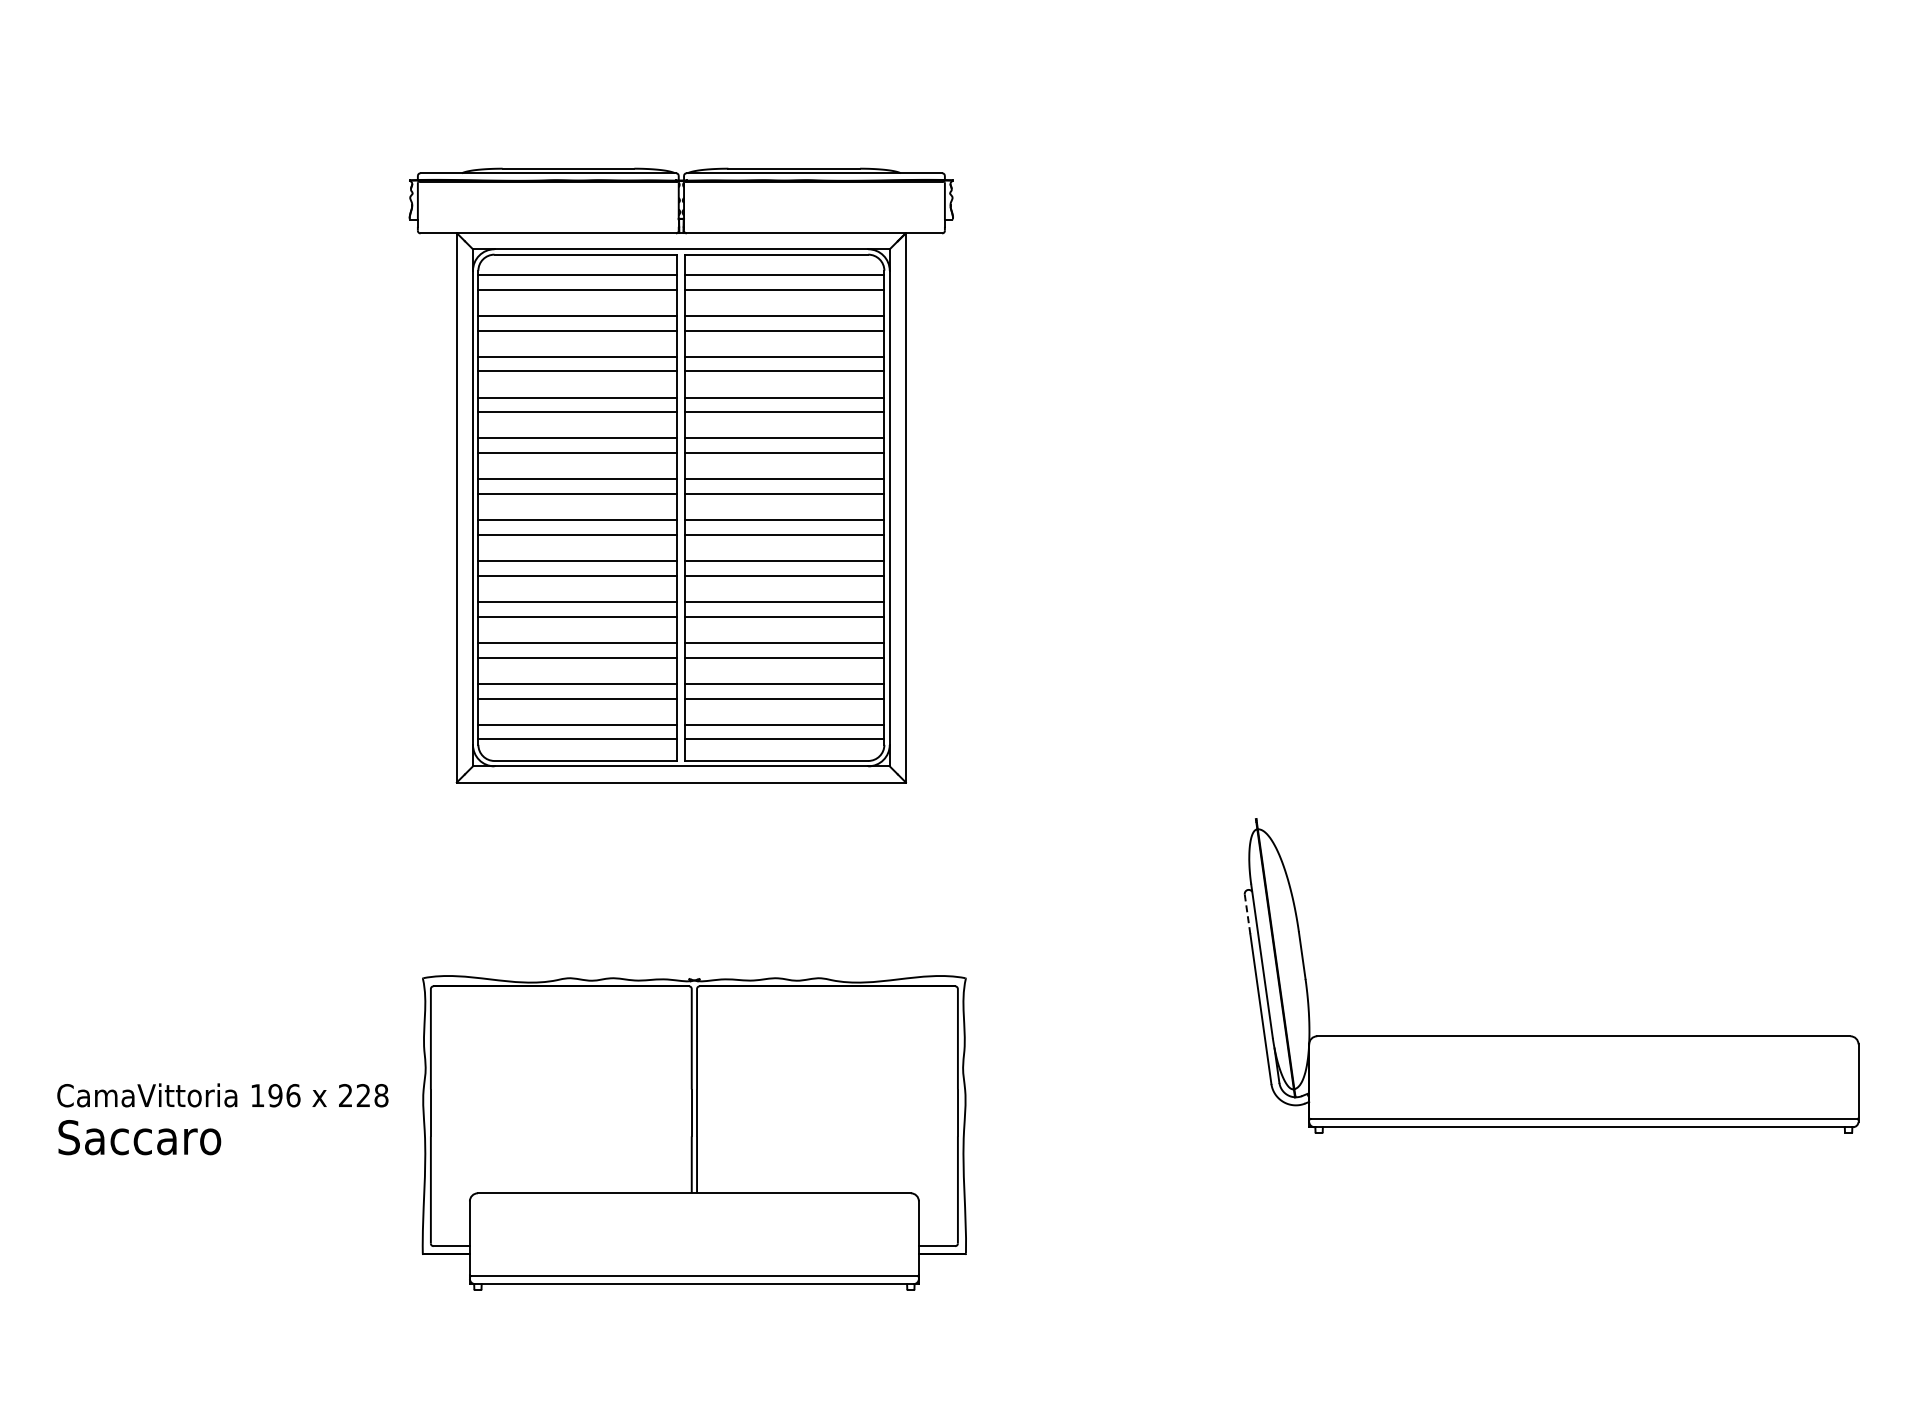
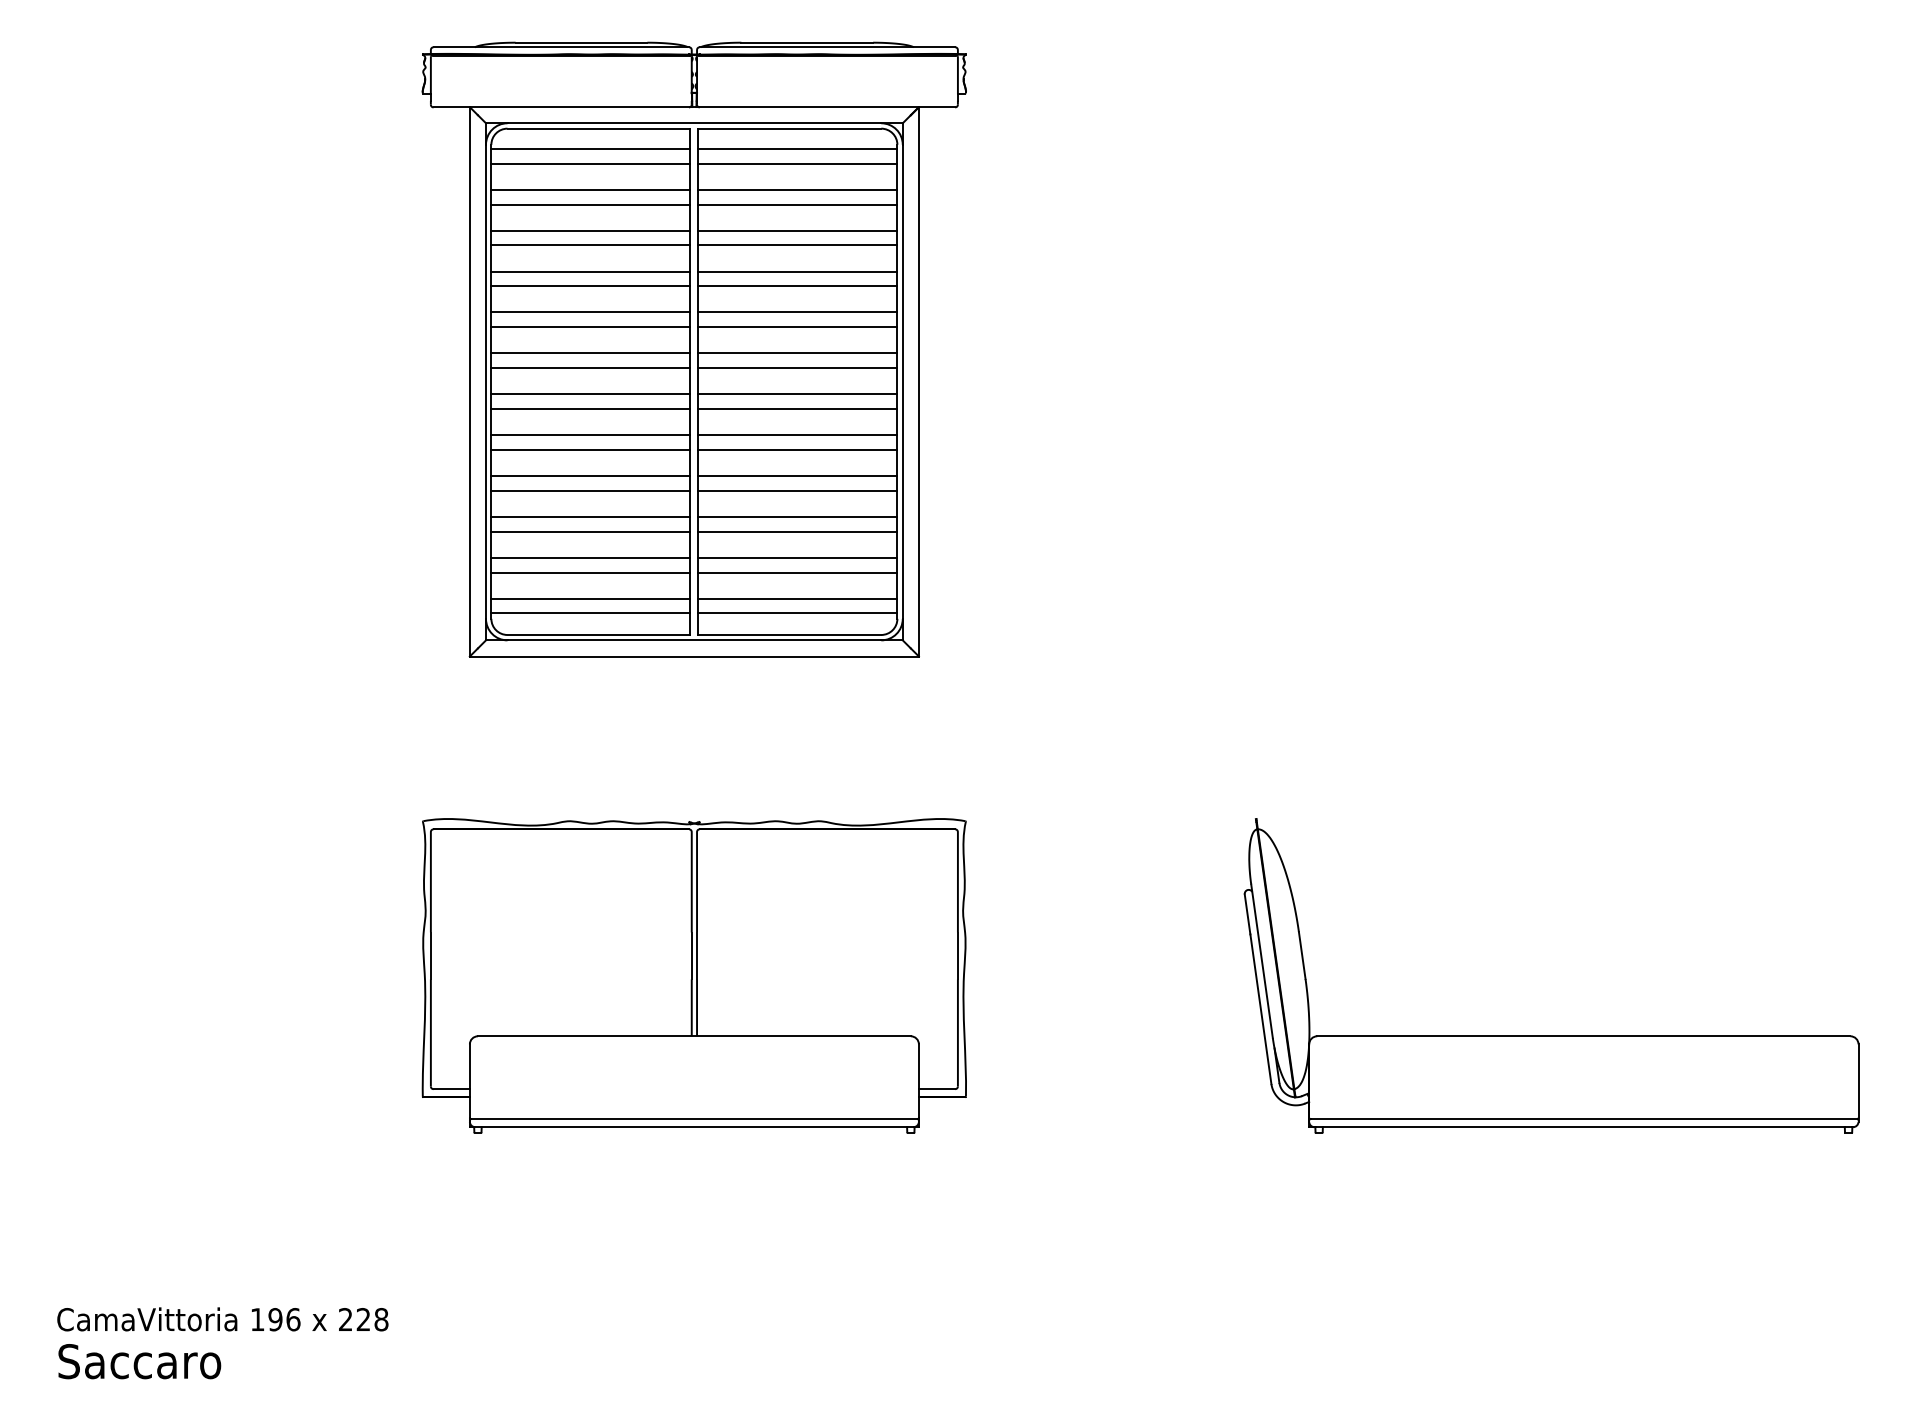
part at (680, 475) position: (680, 475) -> (693, 349)
line at (1247, 914): dashed -> solid
text at (222, 1119) position: (222, 1119) -> (222, 1343)
part at (693, 1132) position: (693, 1132) -> (693, 975)
